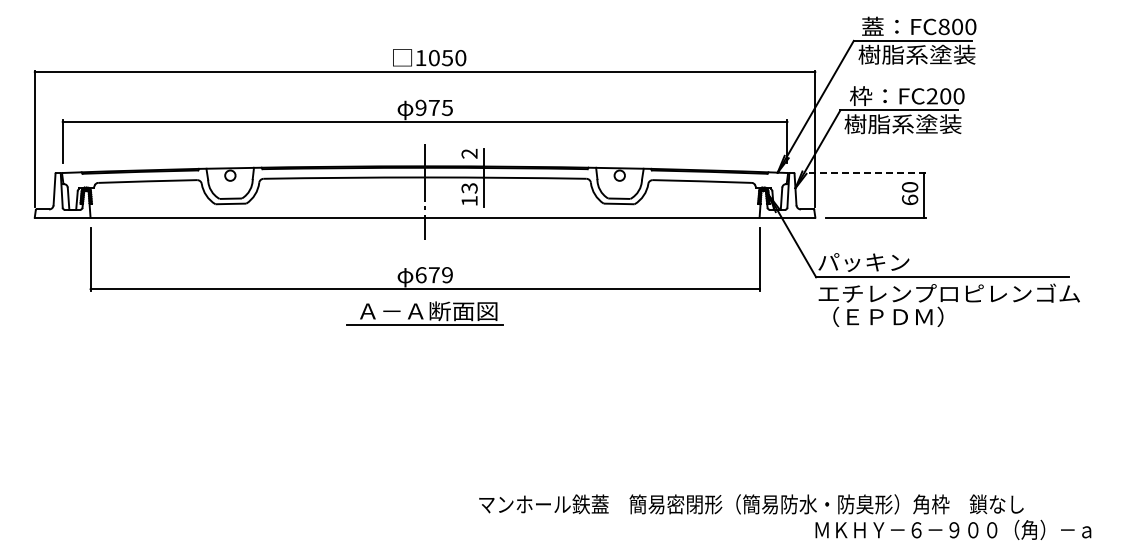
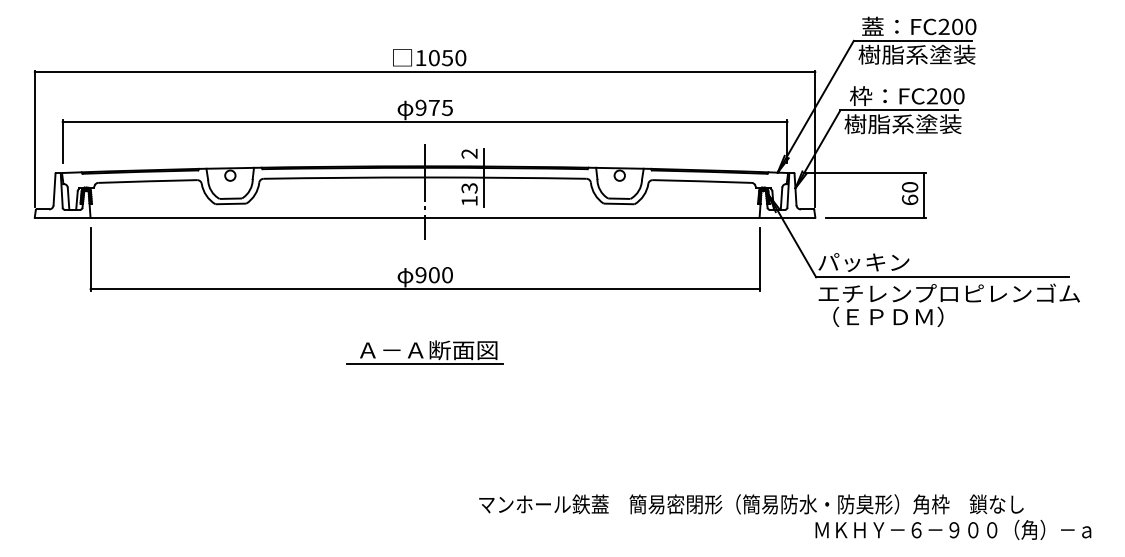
text at (943, 26): FC800 -> FC200
line at (864, 173): dashed -> solid
text at (433, 275): 679 -> 900
part at (424, 313) position: (424, 313) -> (424, 352)
